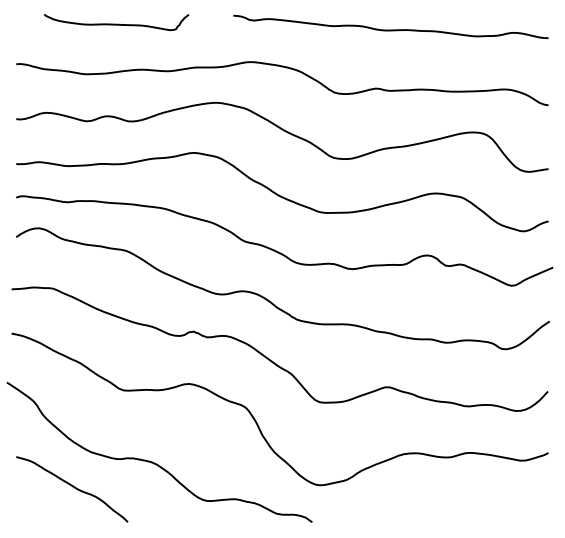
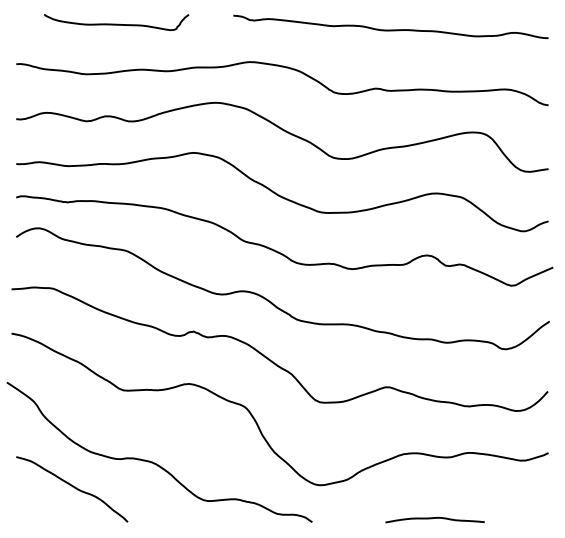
curve at (434, 518): none -> present
